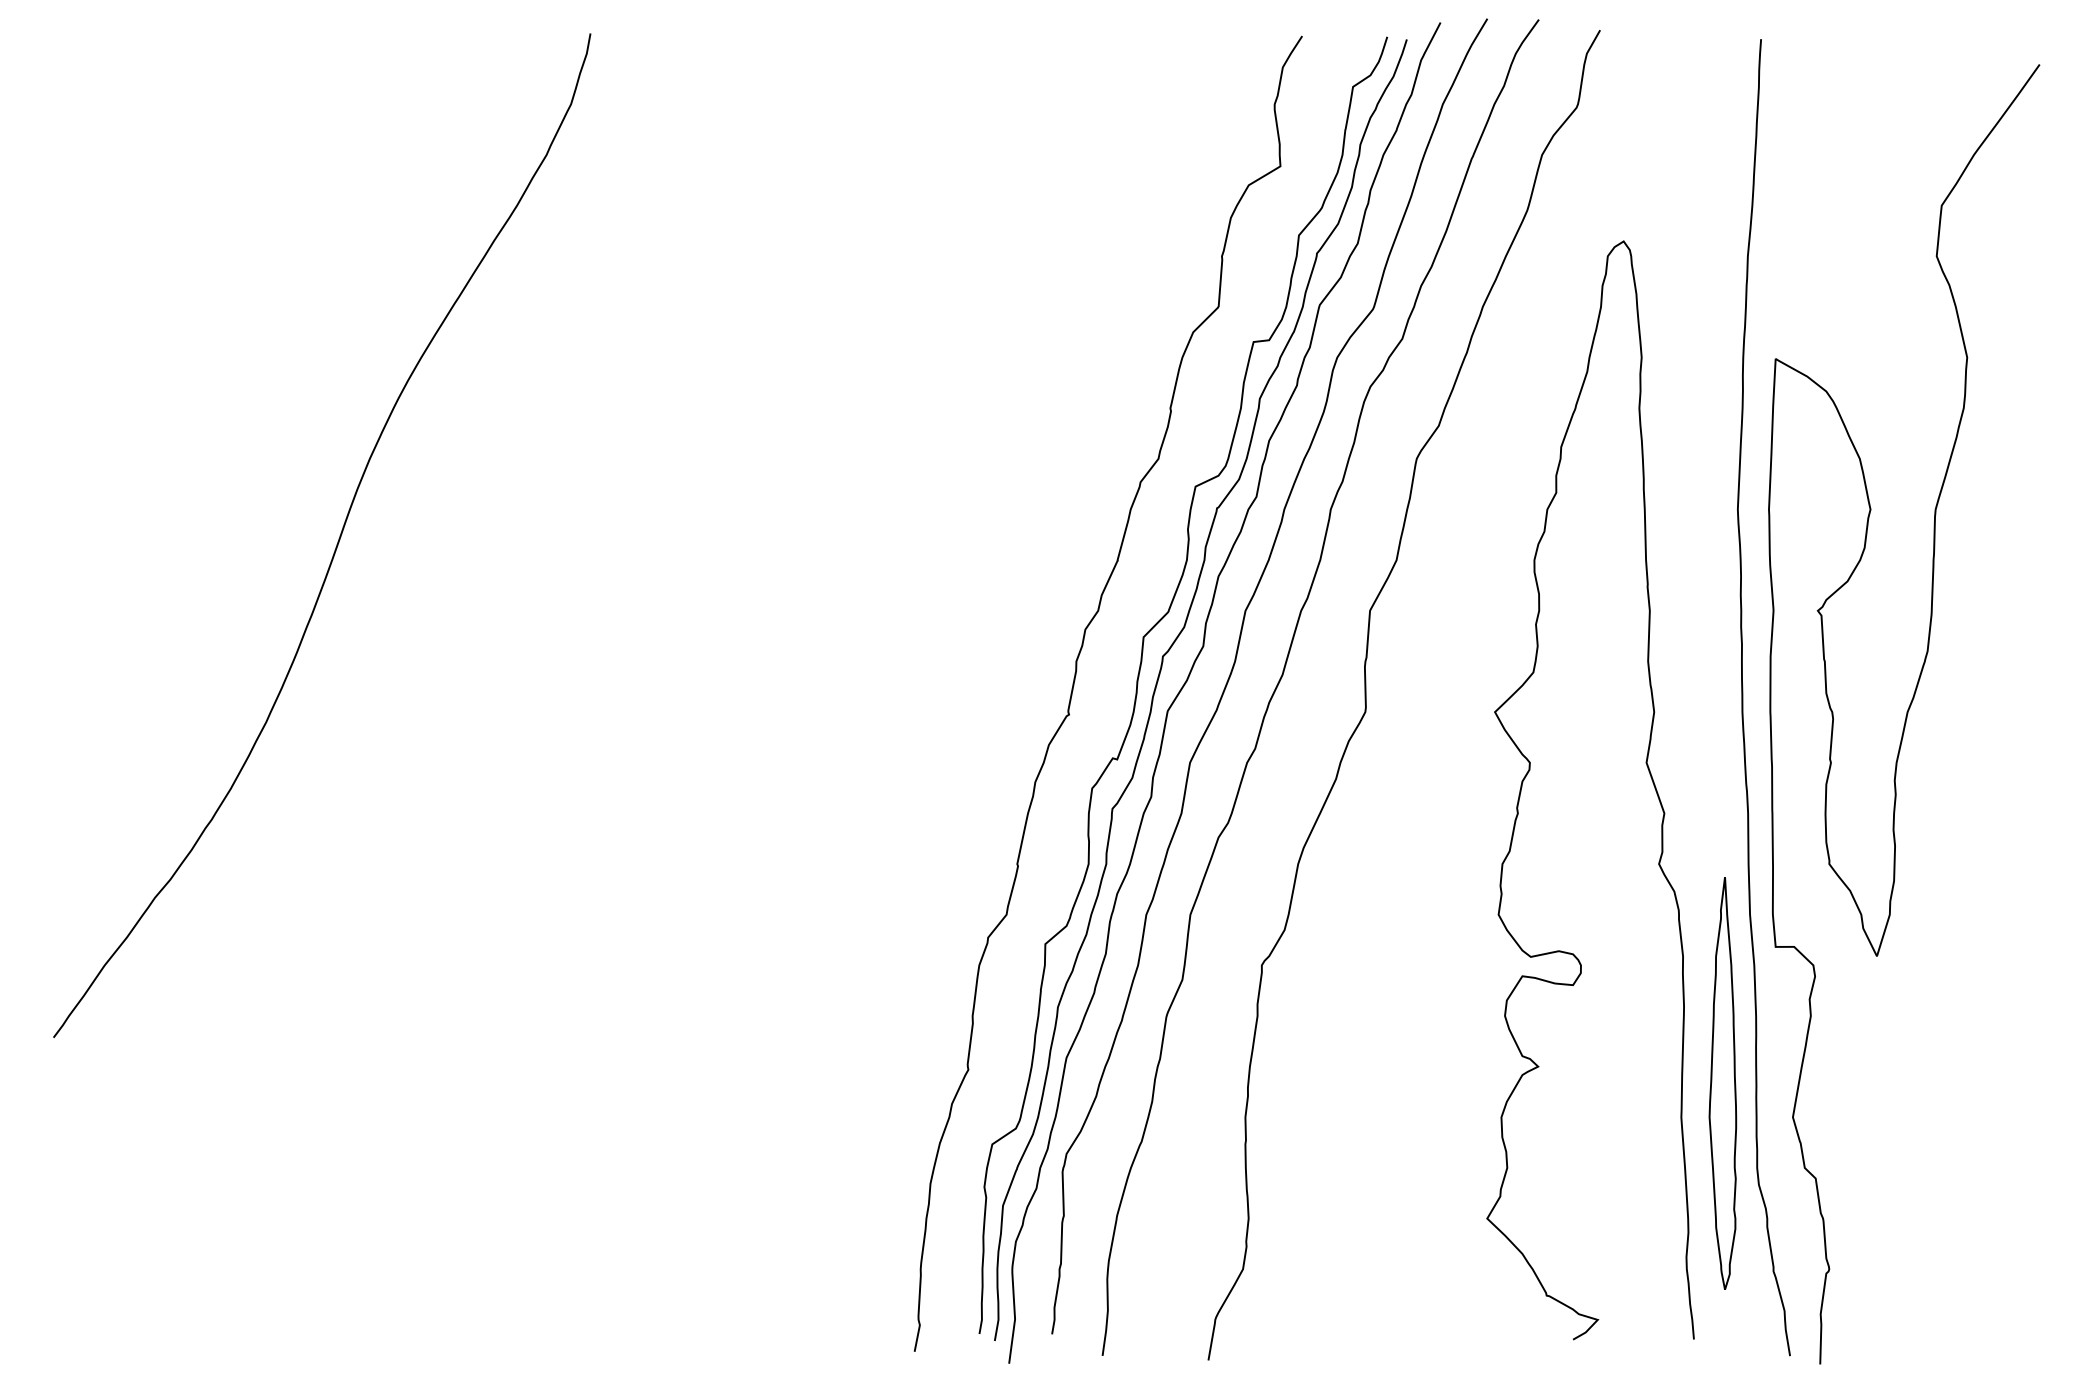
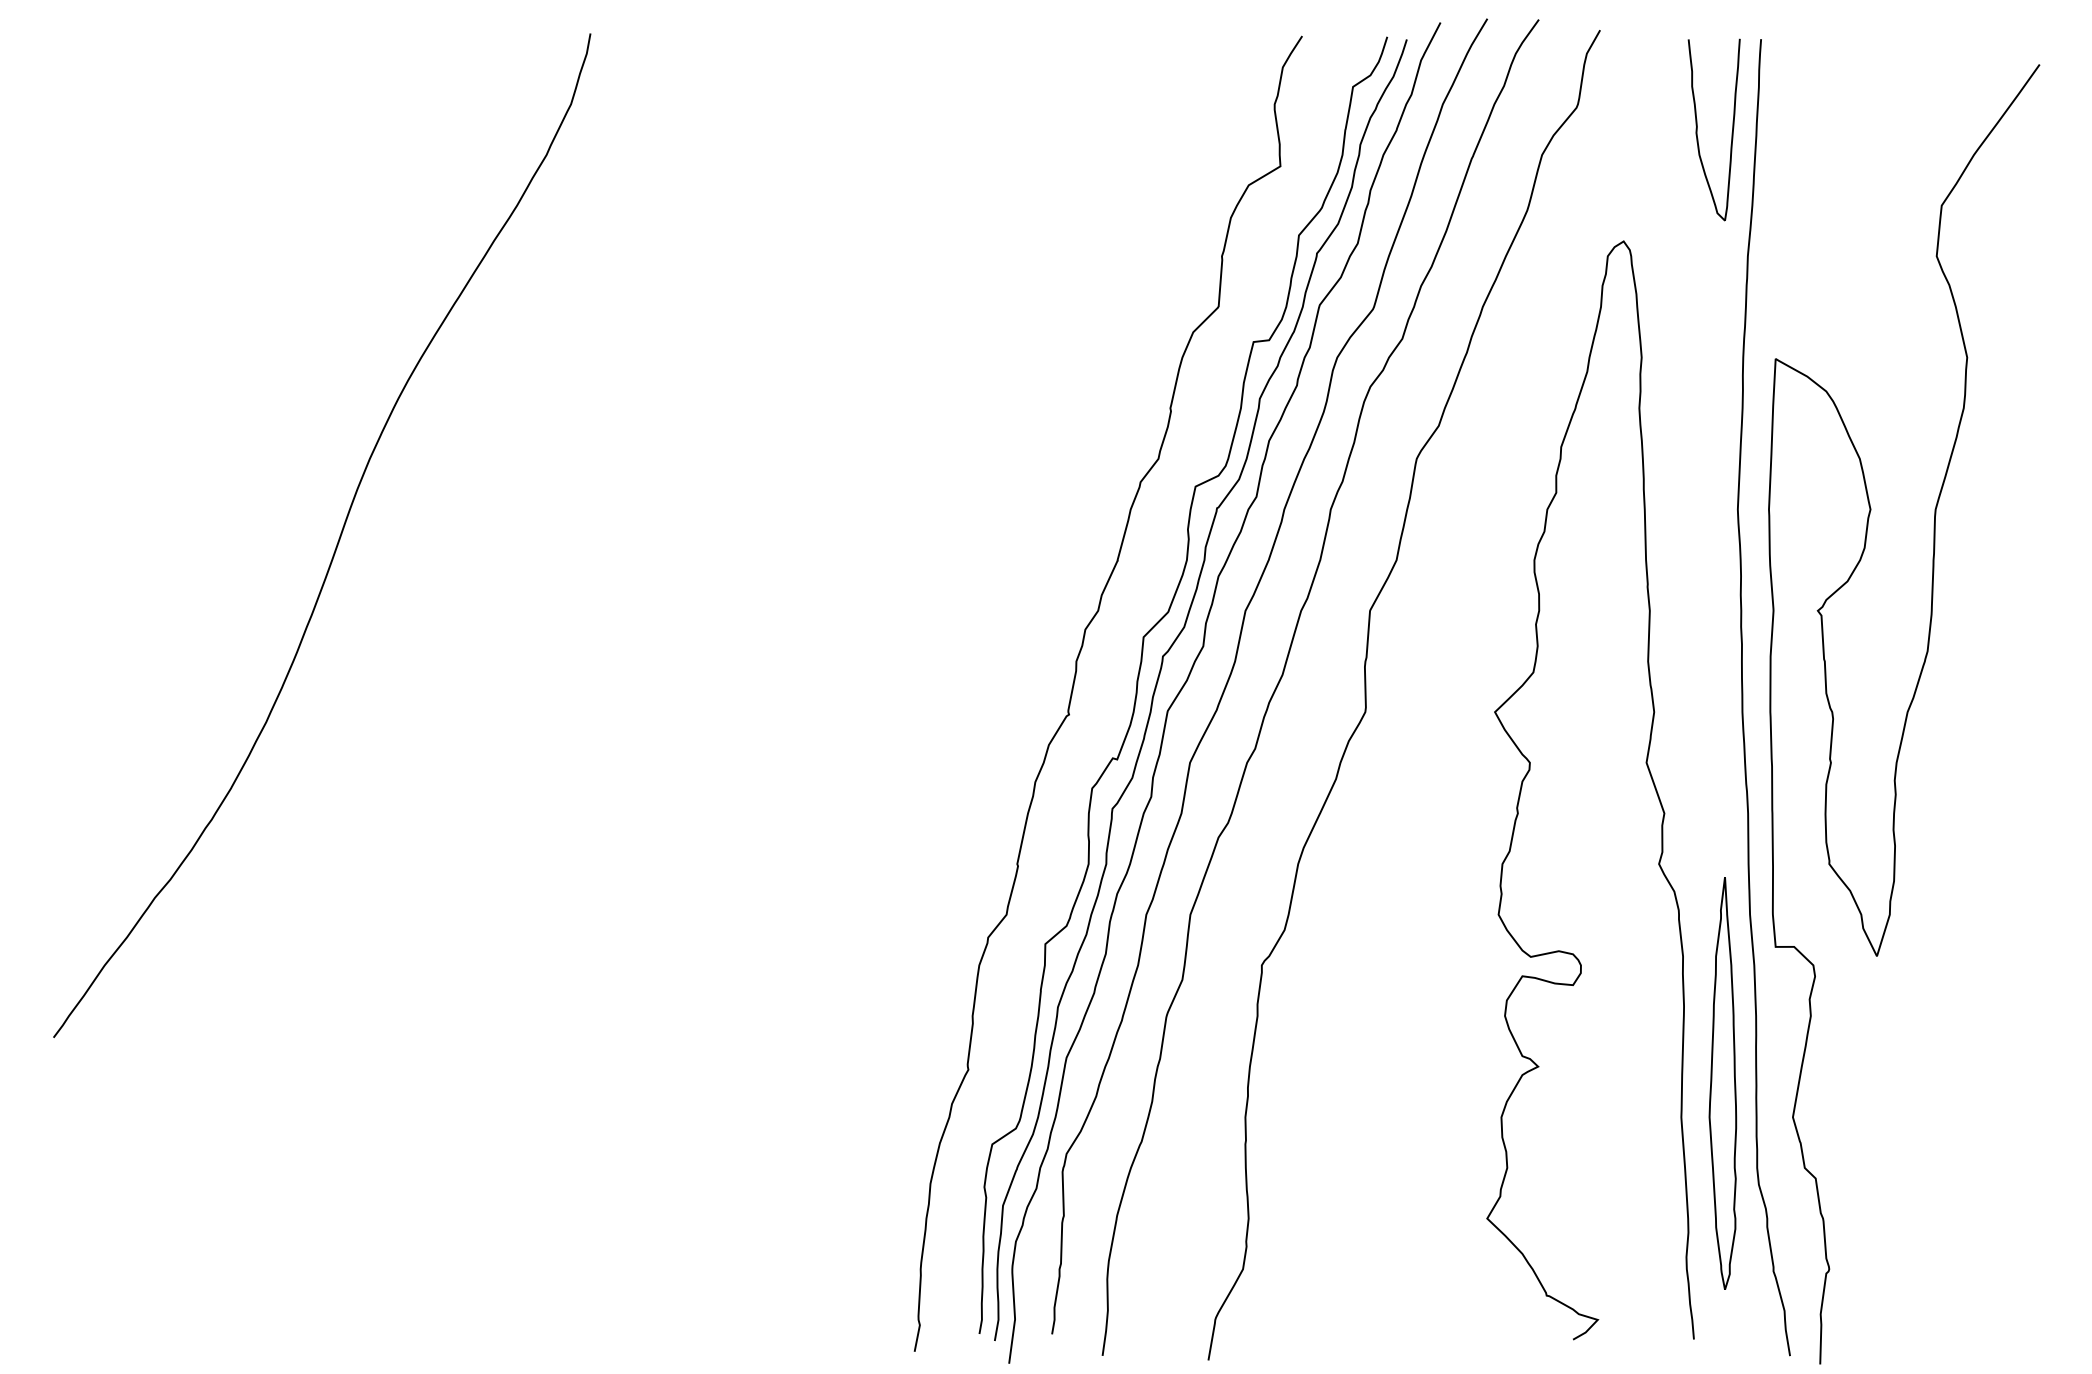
curve at (1697, 129): none -> present
